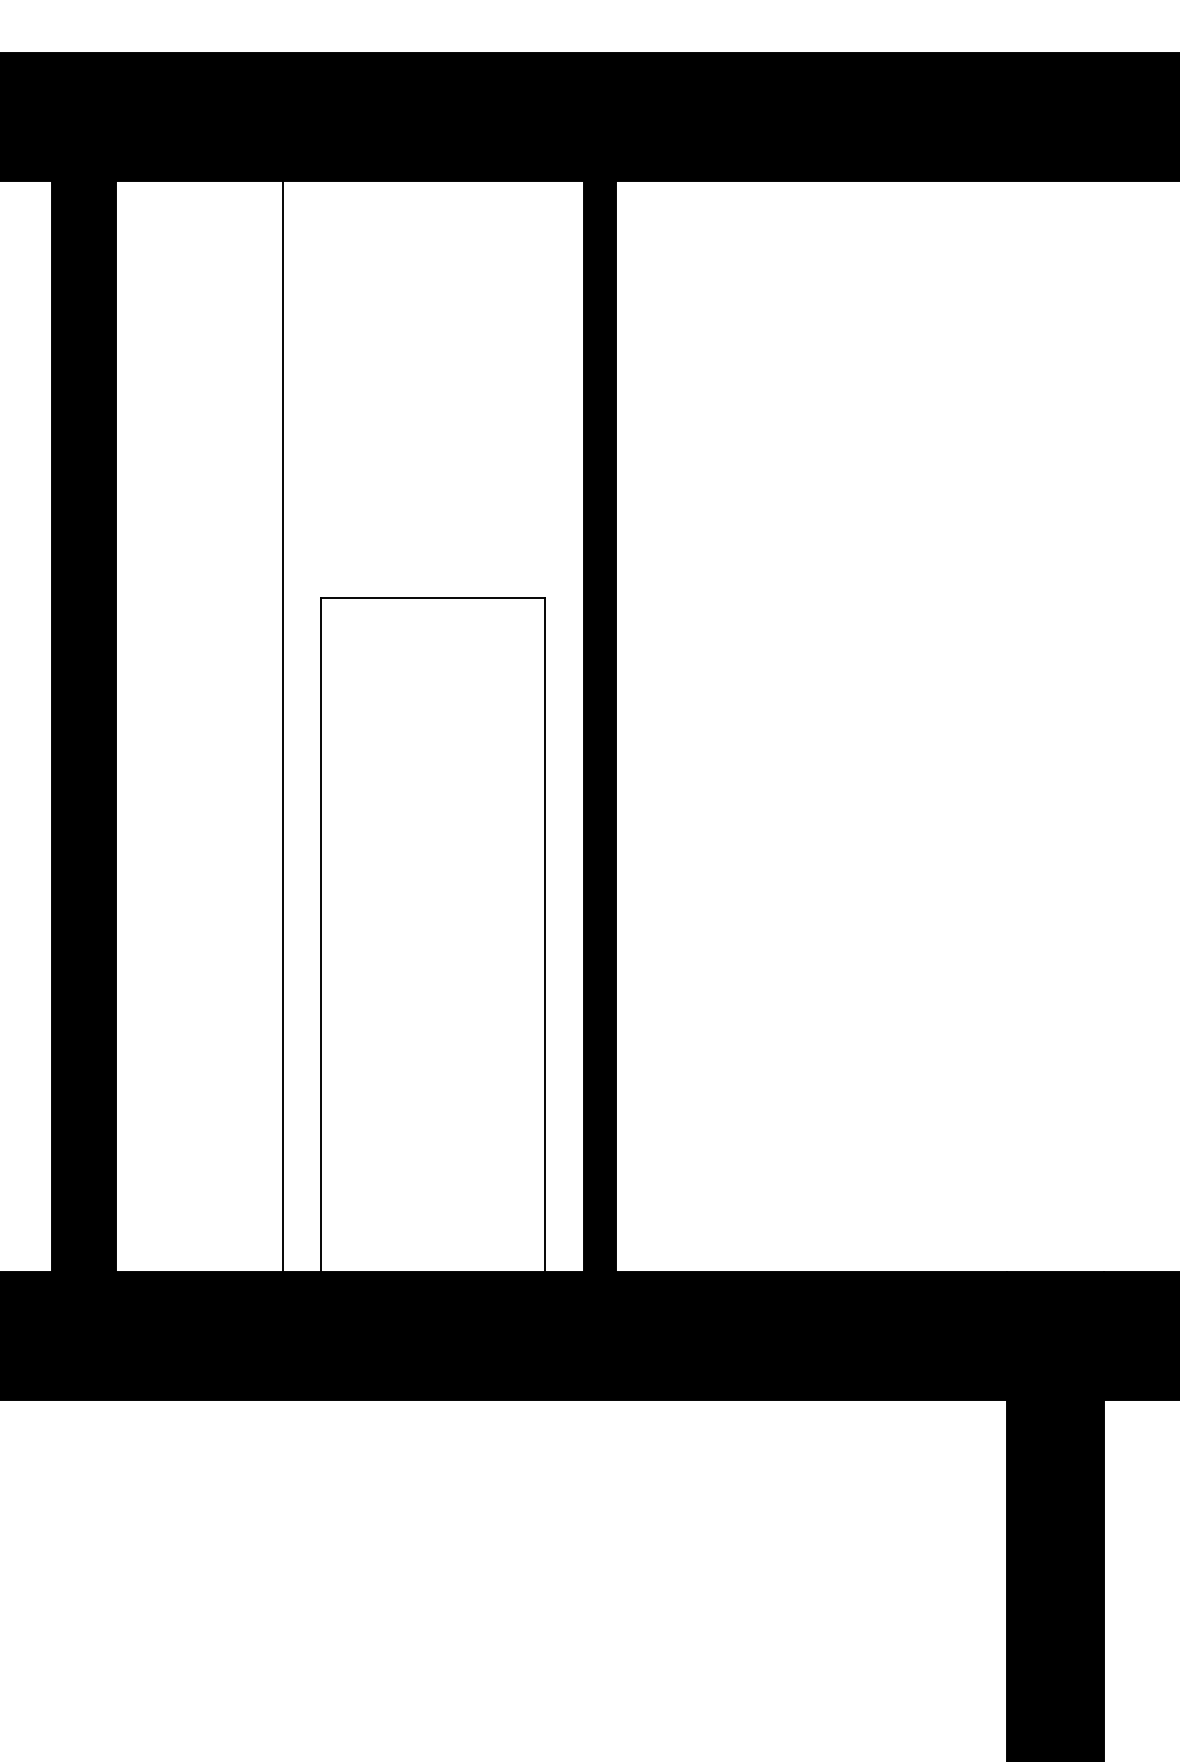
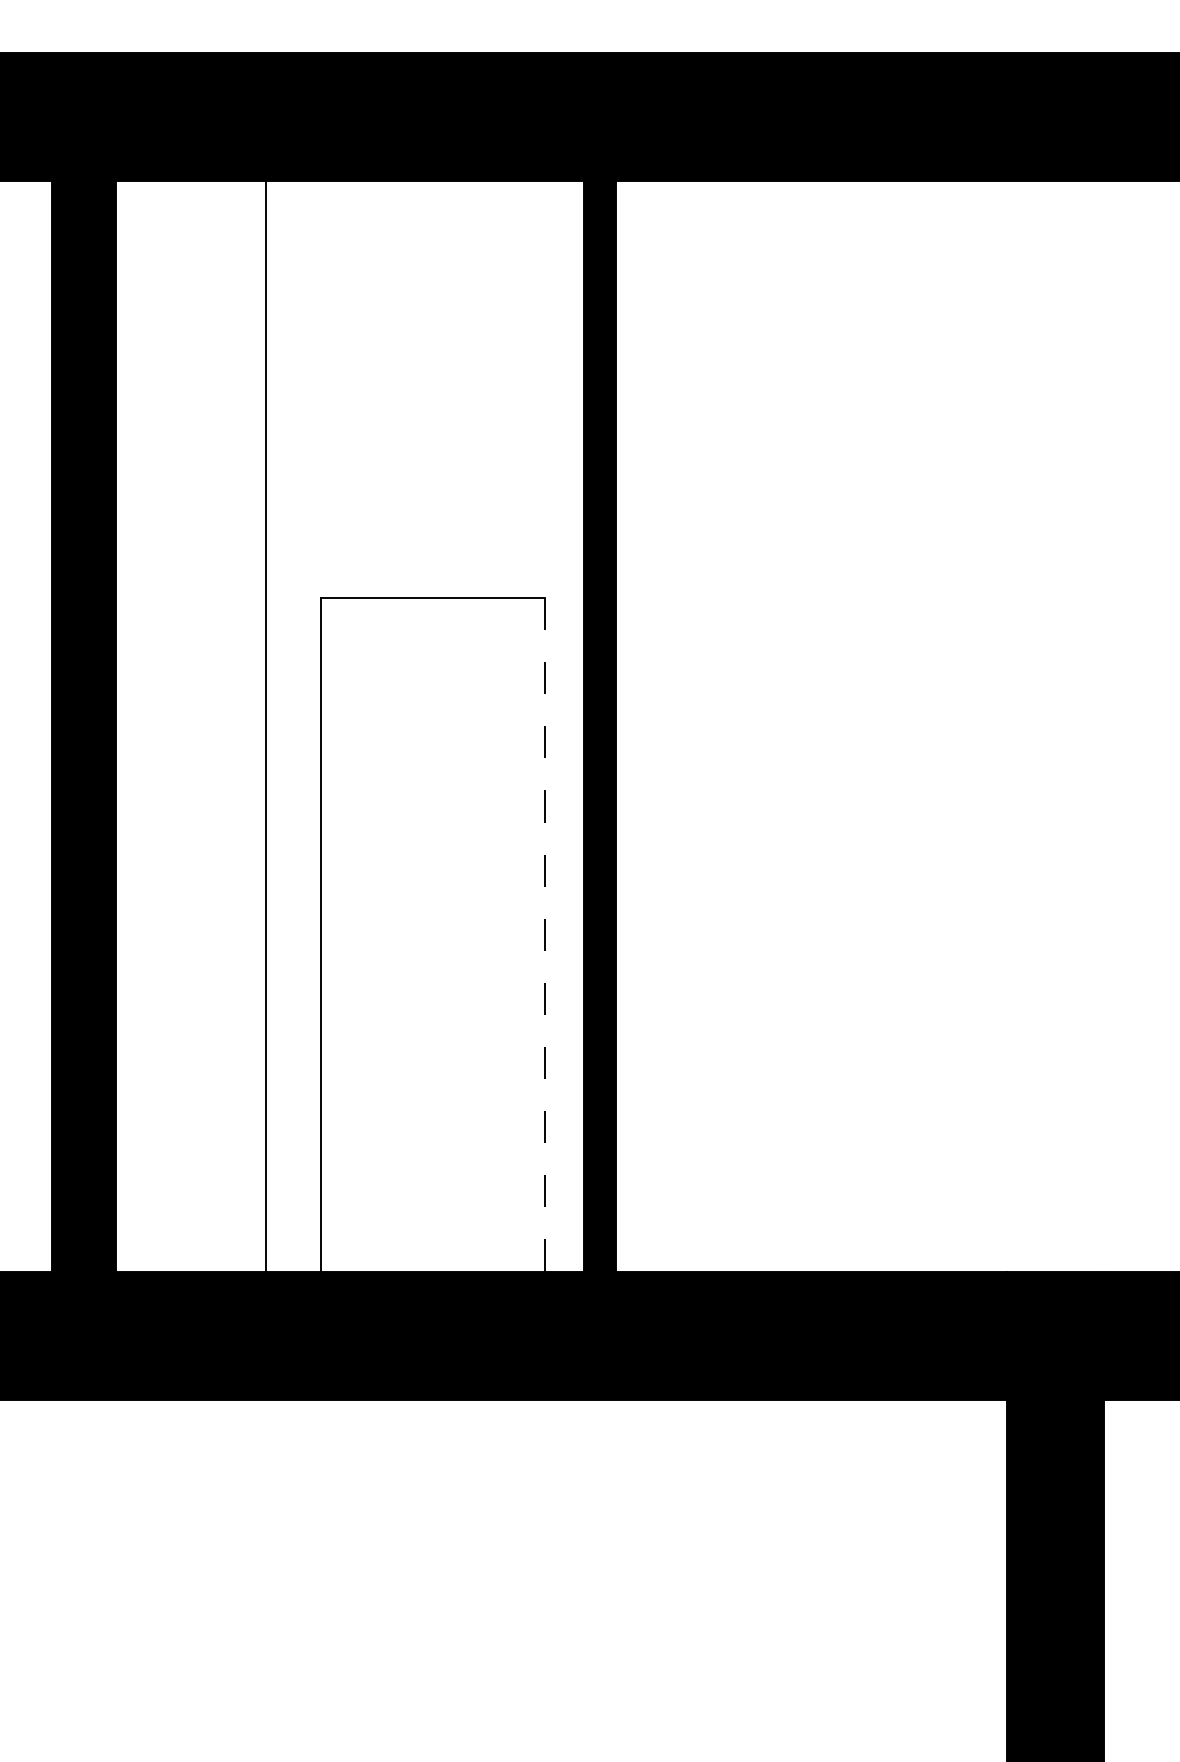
line at (282, 726) position: (282, 726) -> (265, 726)
line at (545, 934): solid -> dashed
